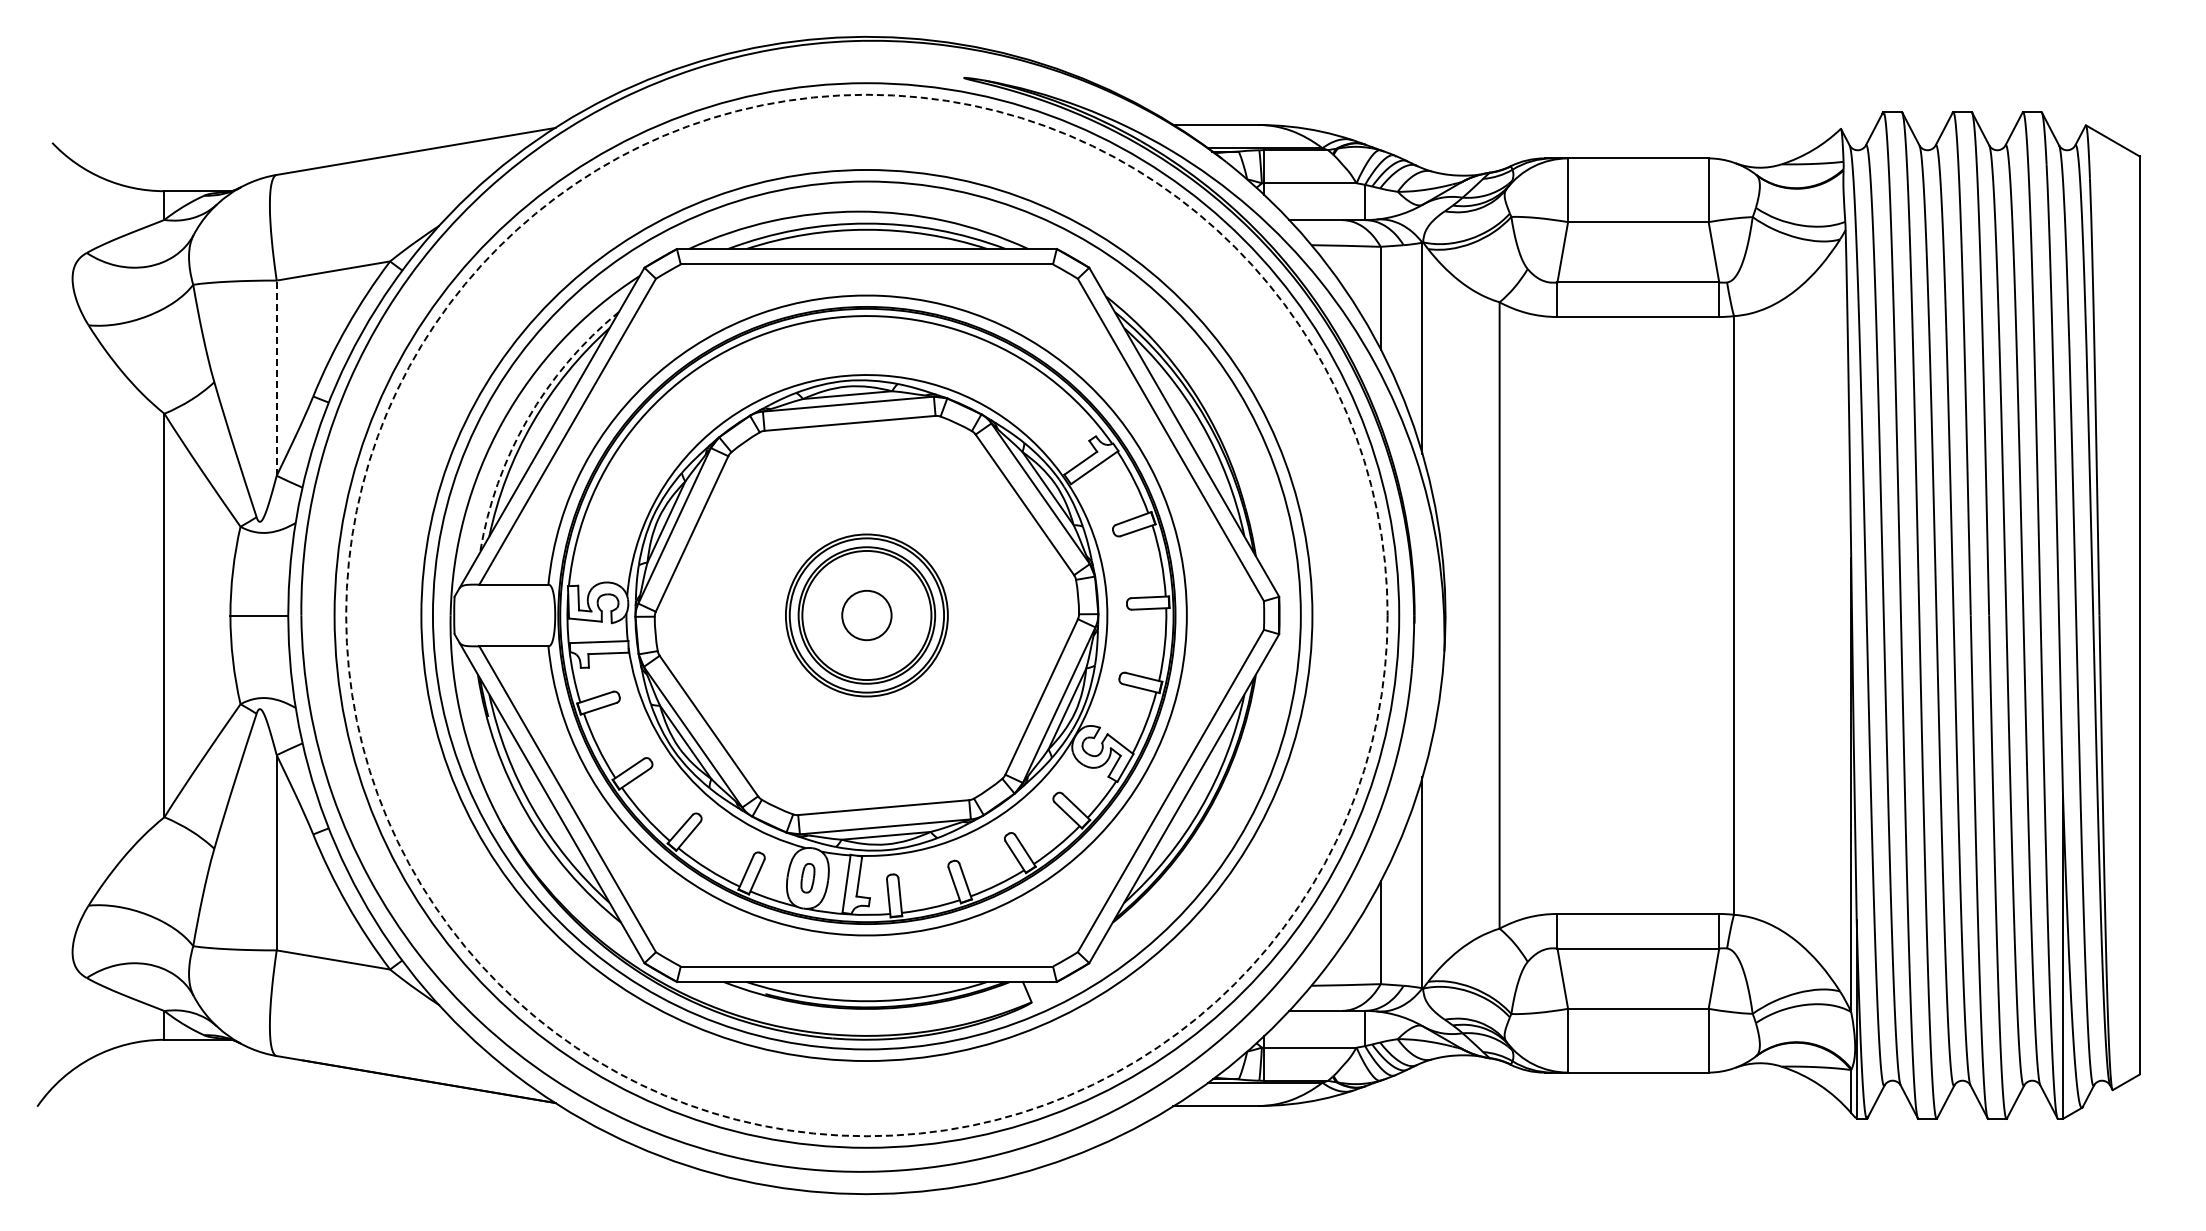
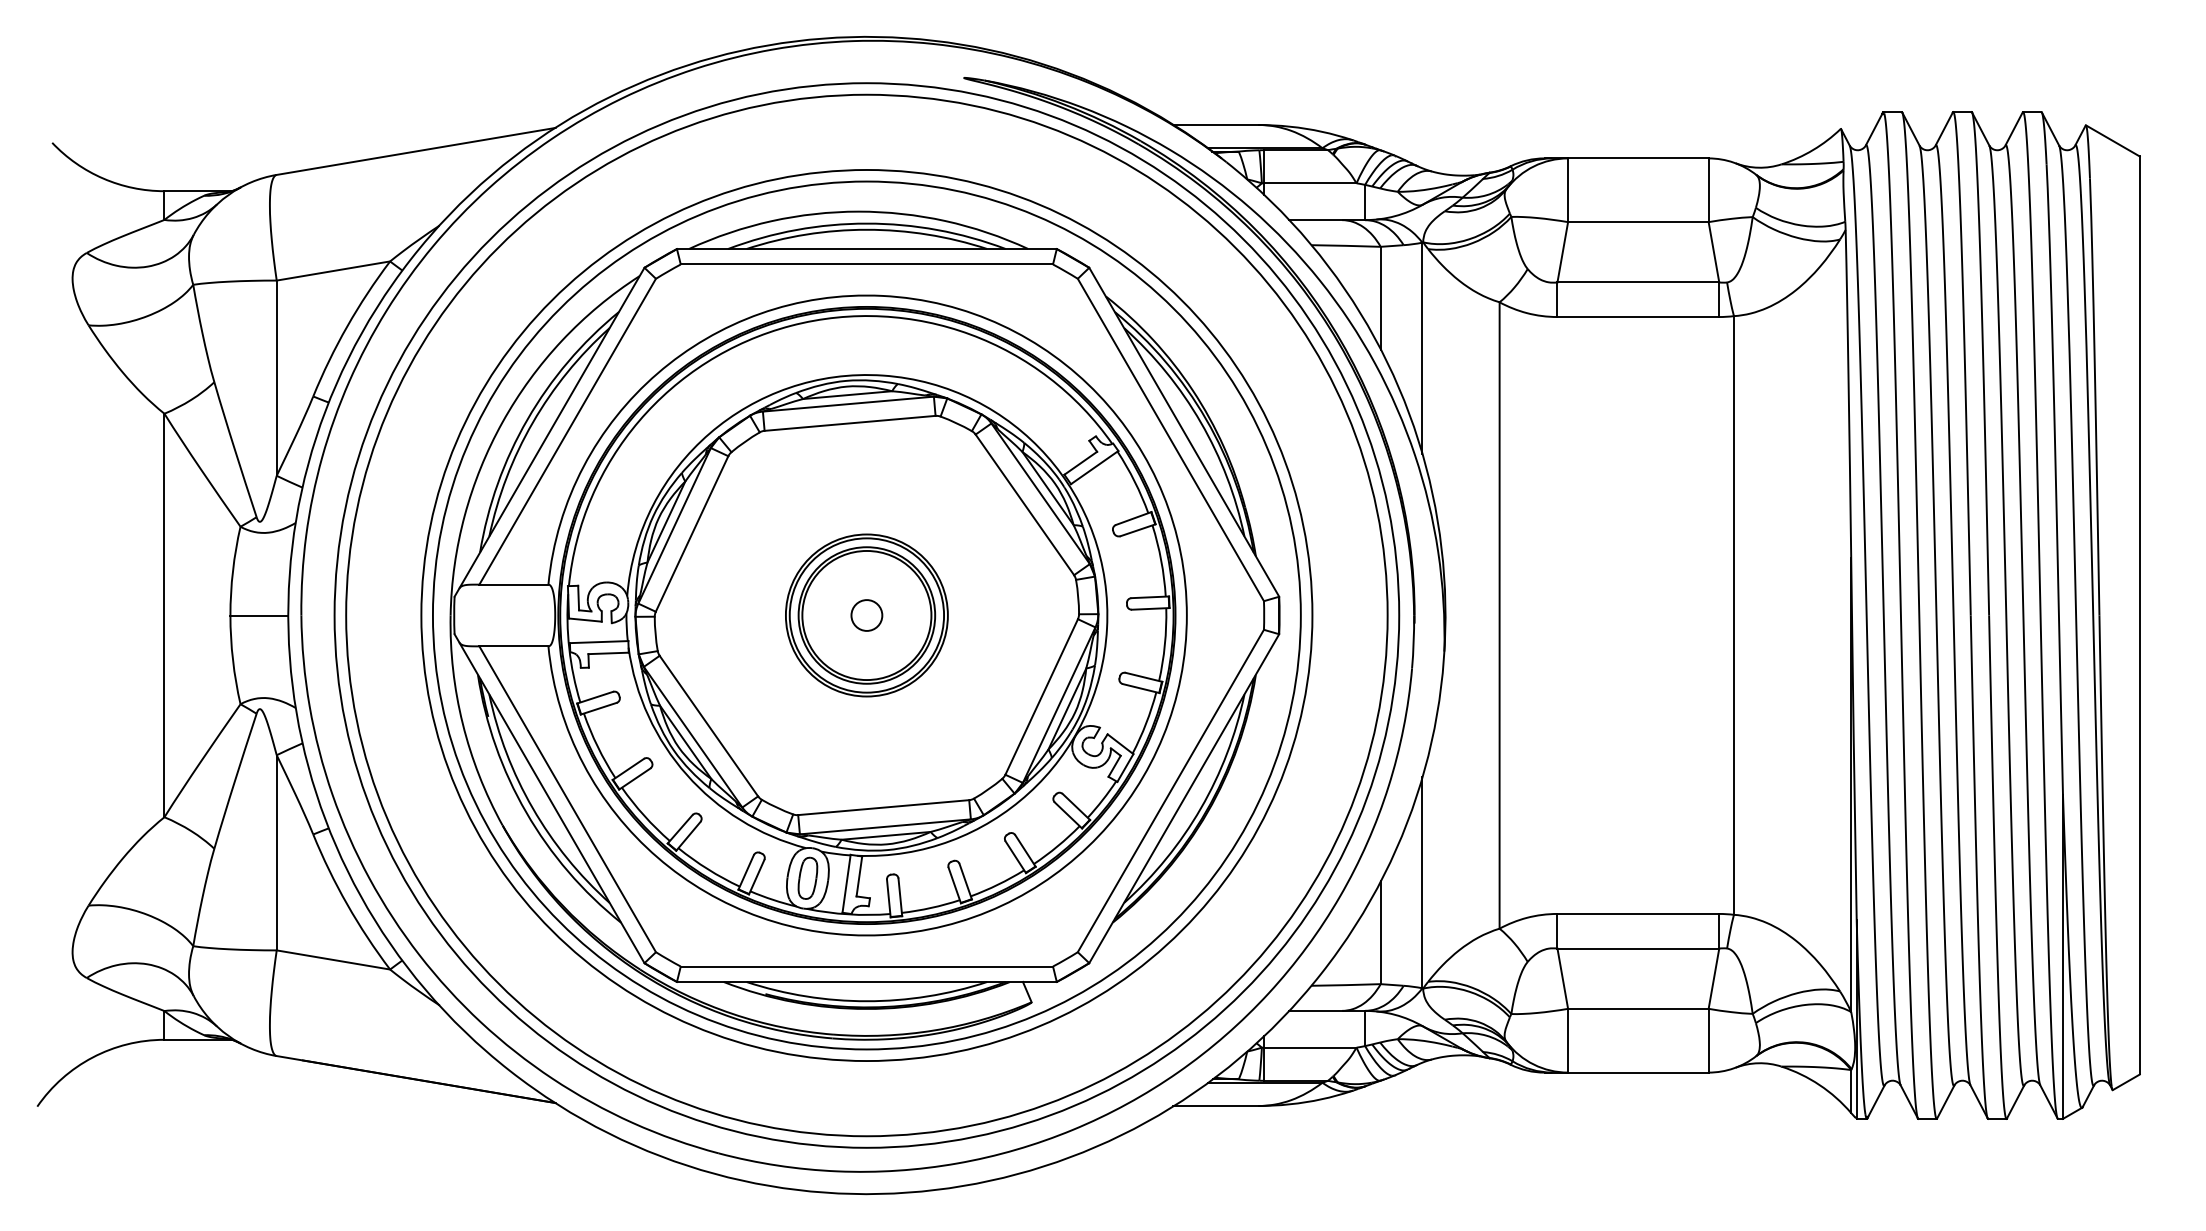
line at (276, 378): dashed -> solid
arc at (527, 419): dashed -> solid
circle at (866, 615) diameter: 49 px -> 31 px
circle at (866, 615): dashed -> solid
part at (807, 877) size: 16x32 px -> 22x44 px
